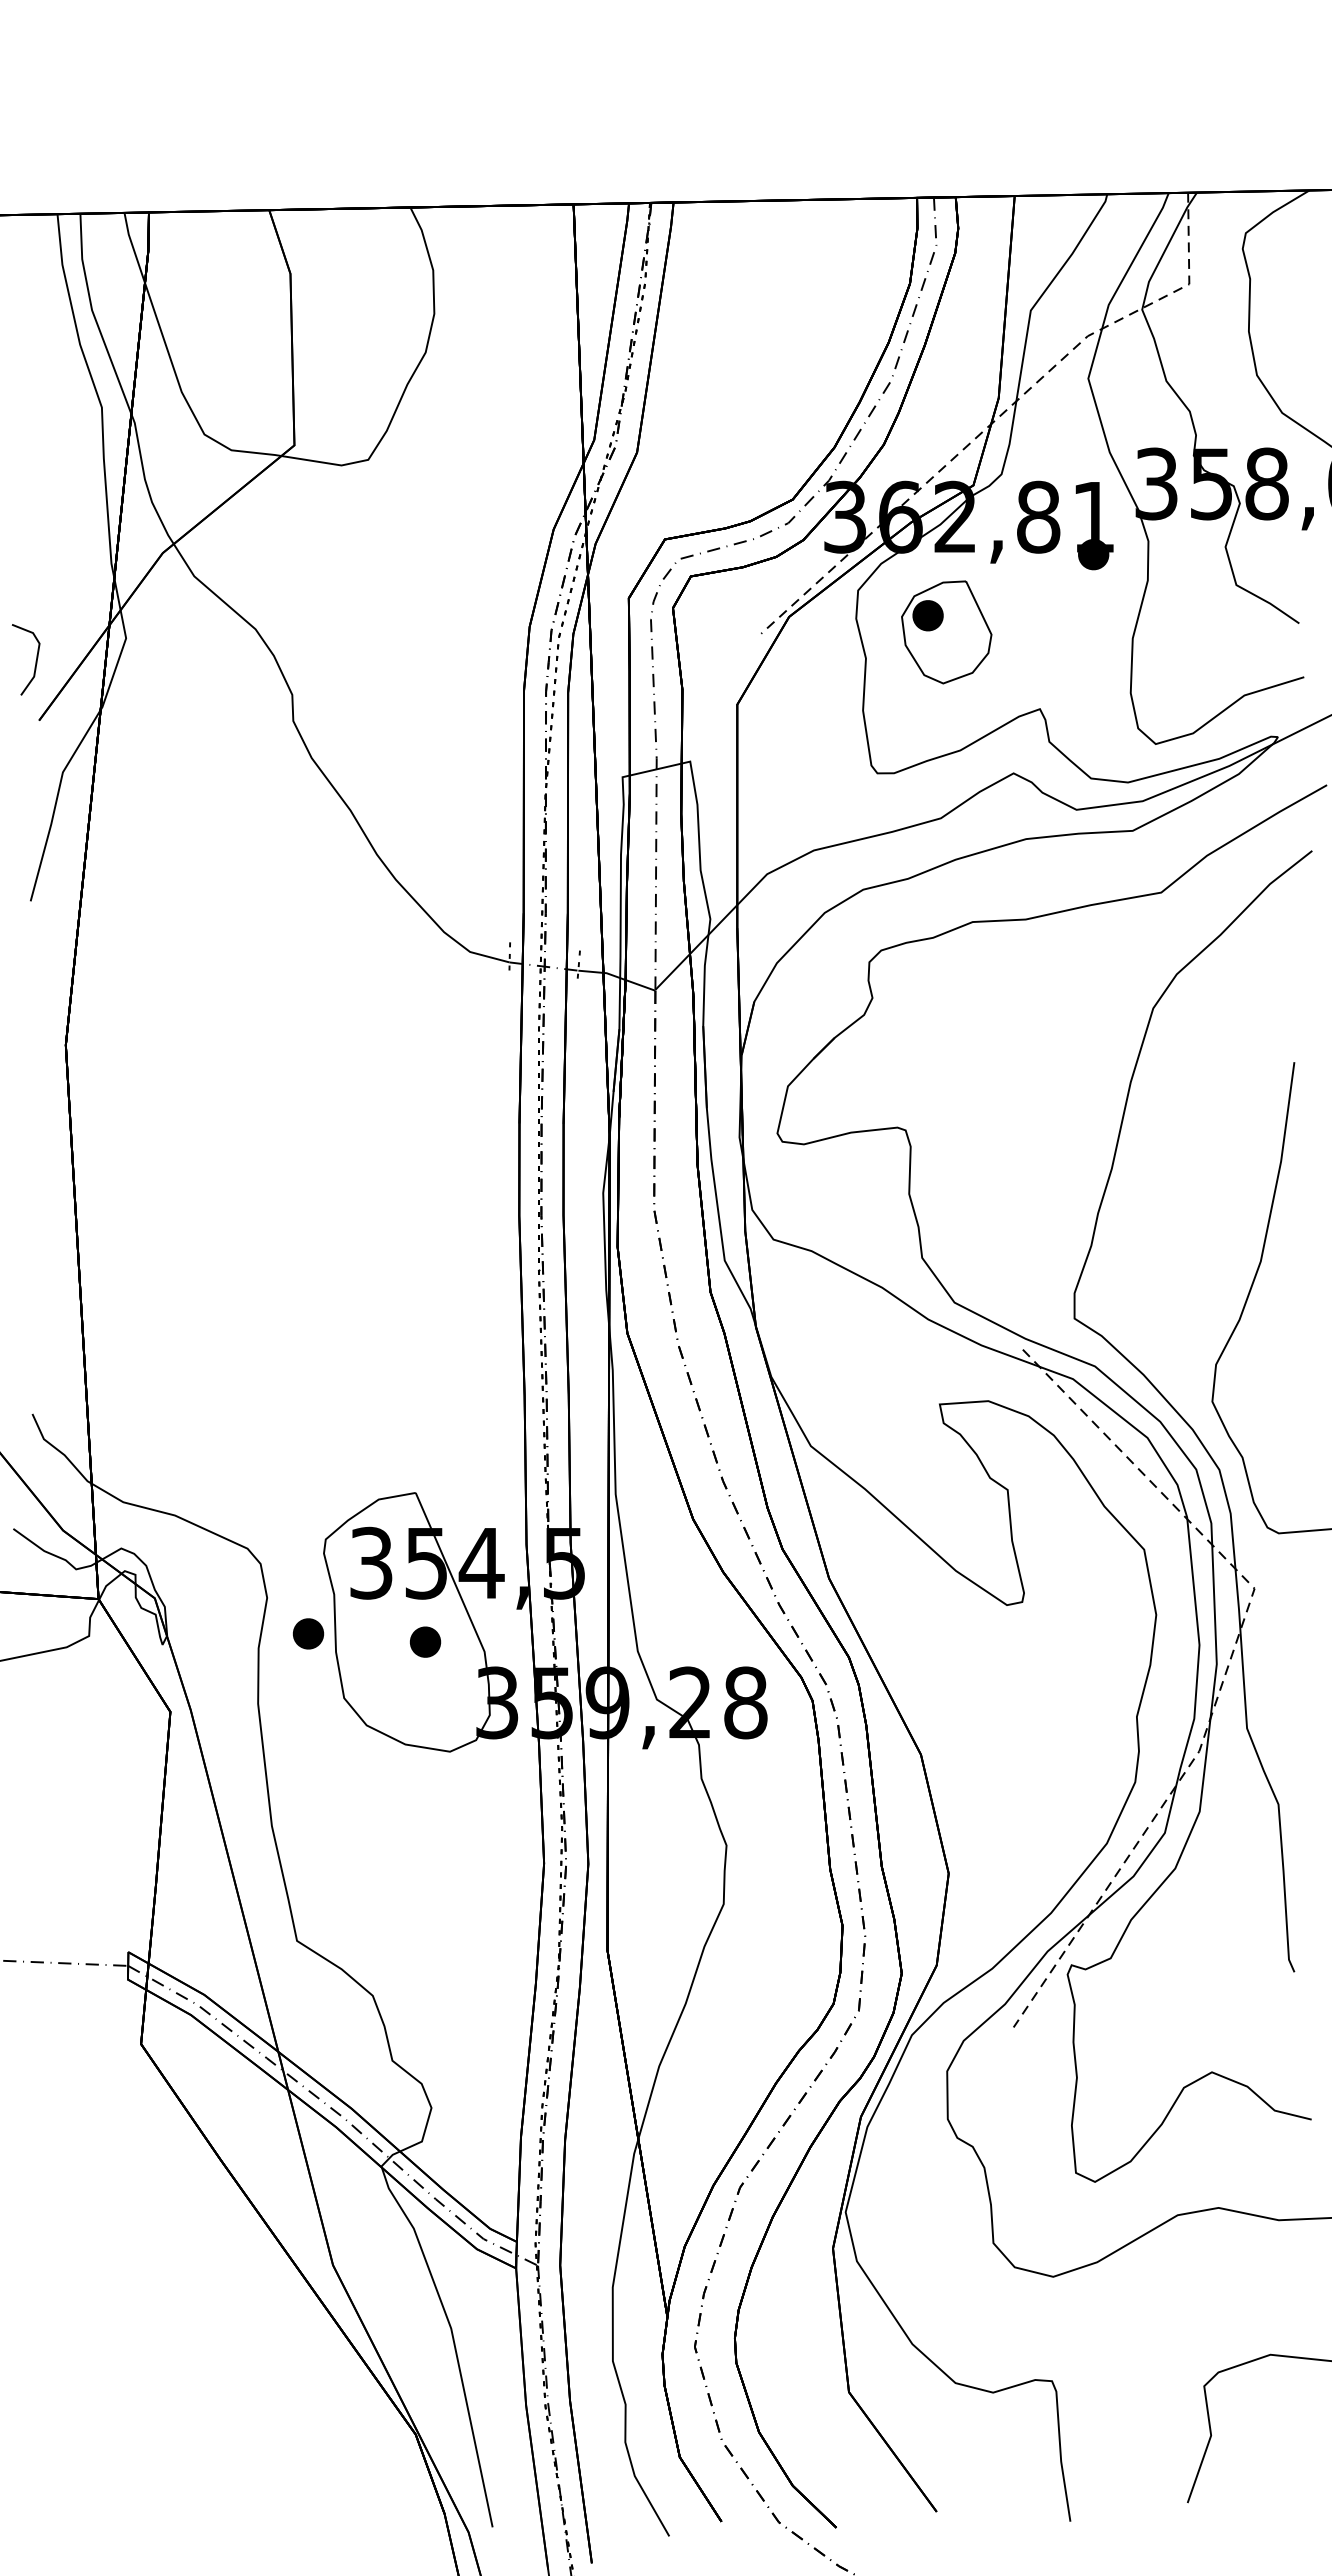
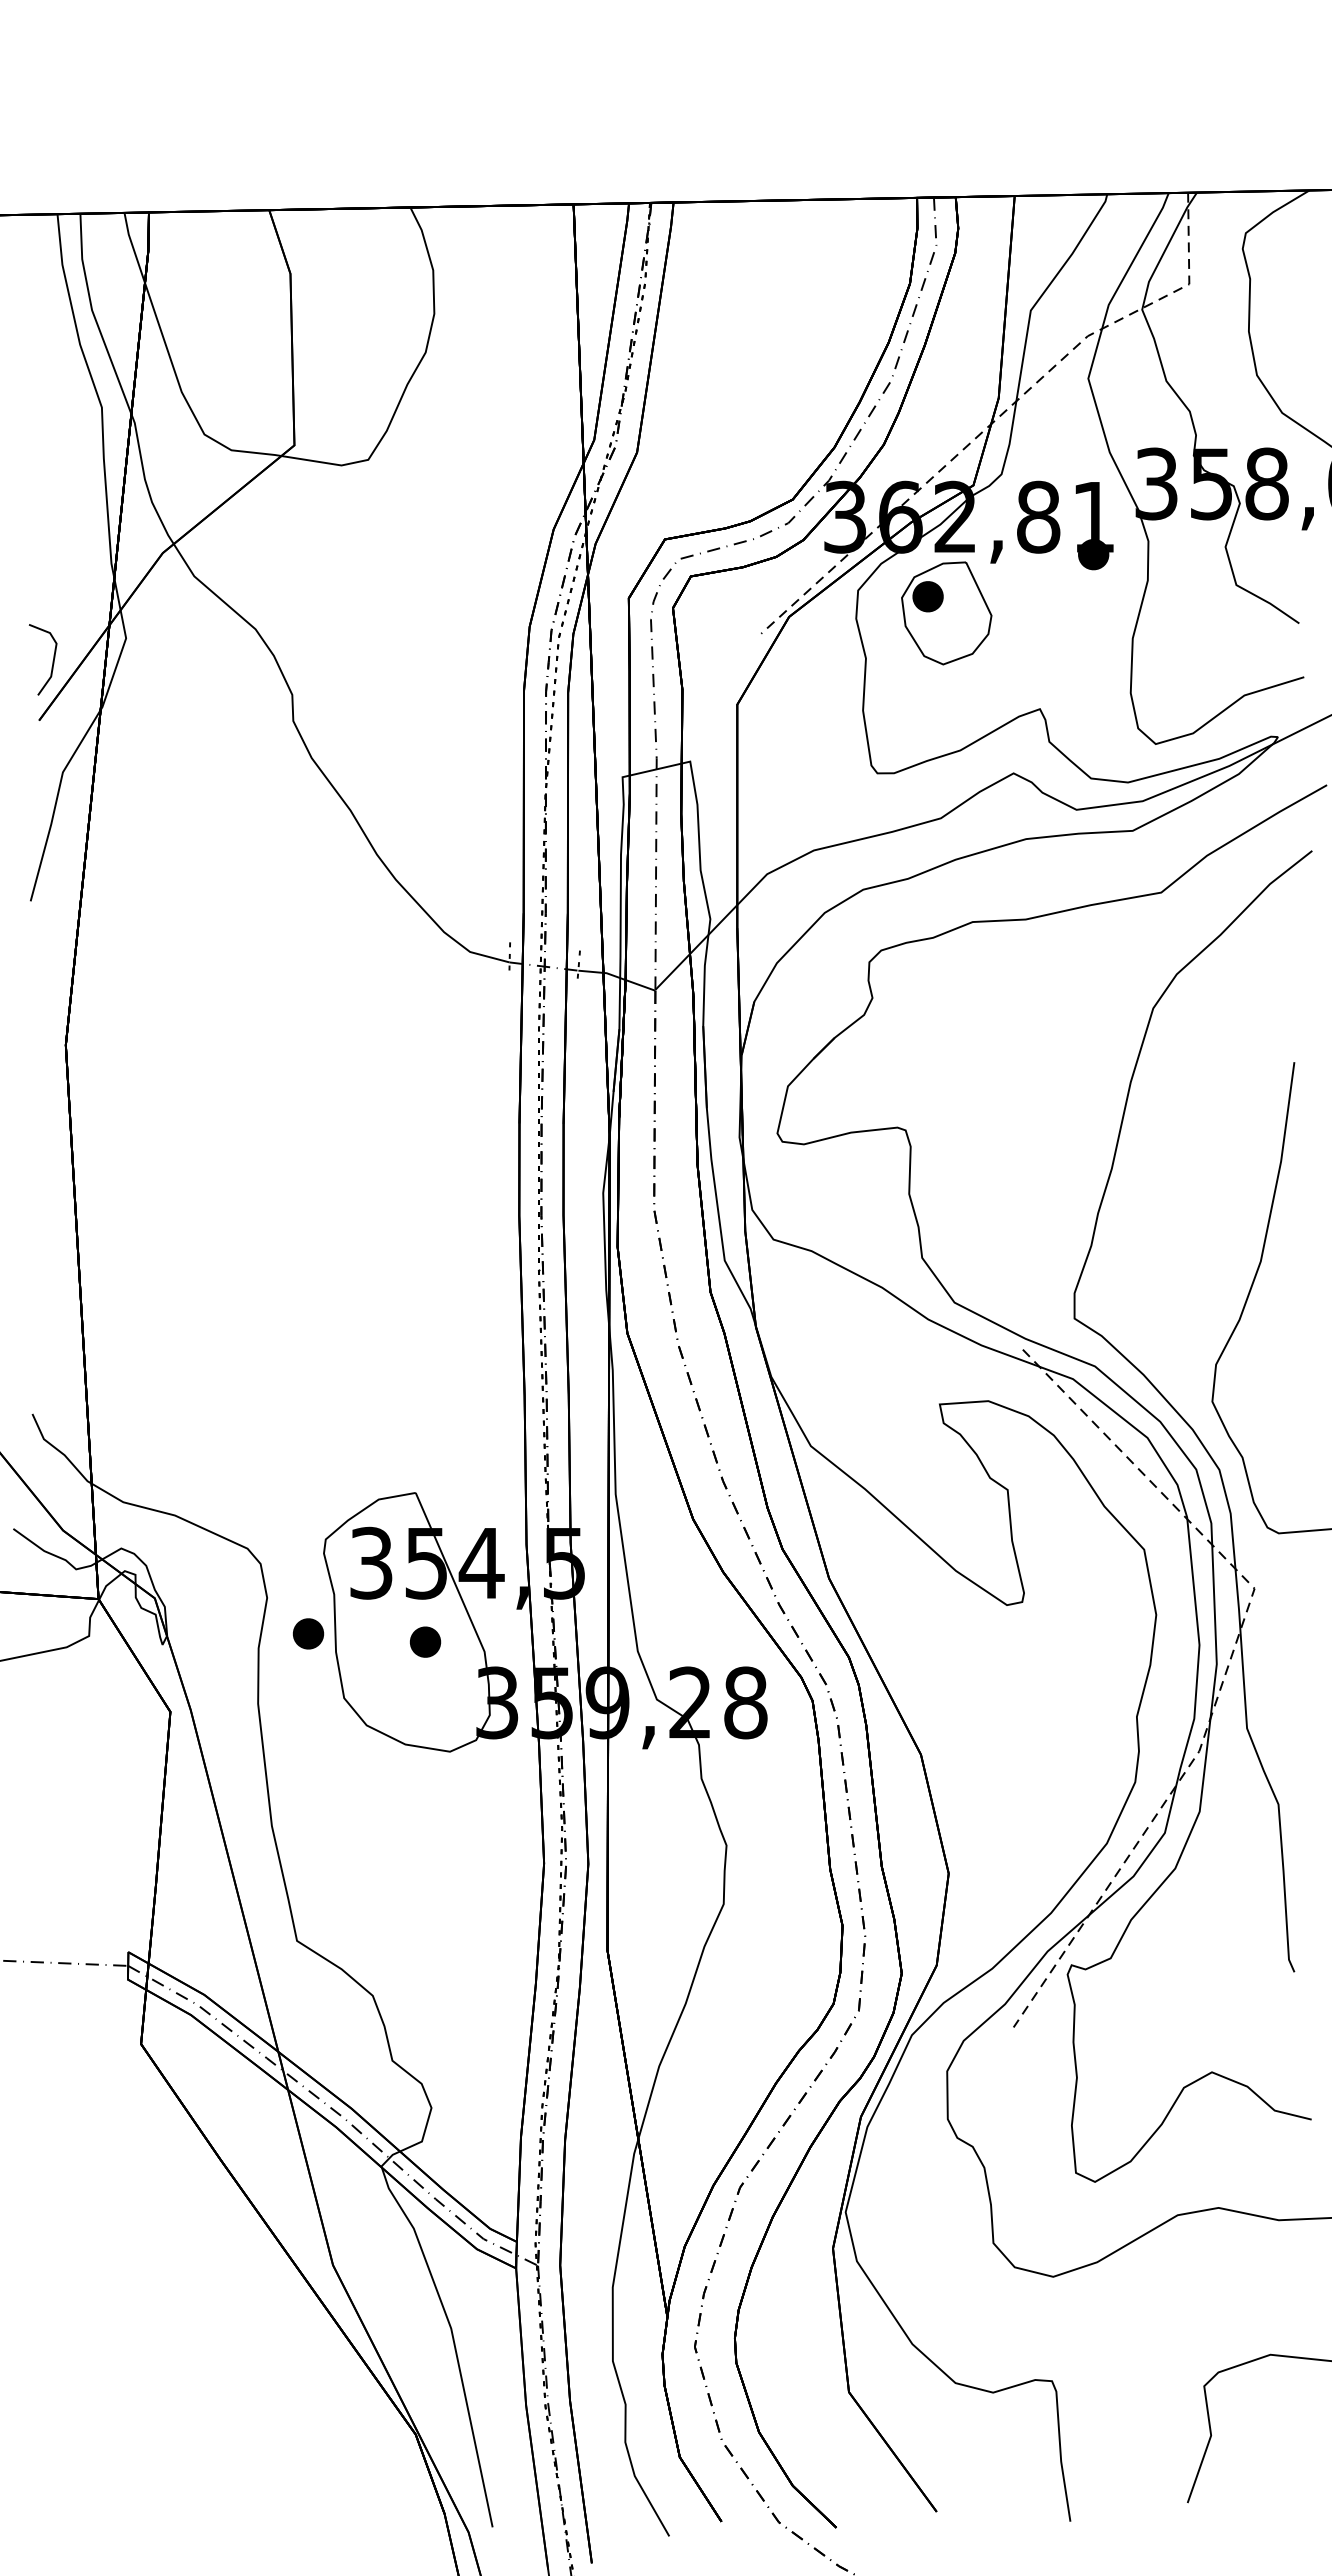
part at (946, 632) position: (946, 632) -> (946, 613)
line at (35, 660) position: (35, 660) -> (52, 660)
